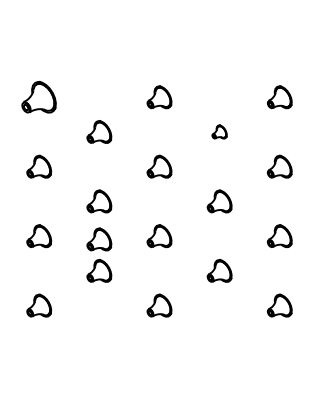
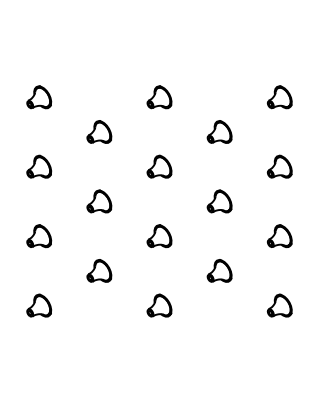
part at (38, 97) size: 36x33 px -> 27x25 px
part at (219, 131) size: 17x16 px -> 27x24 px
part at (99, 239): present -> none
